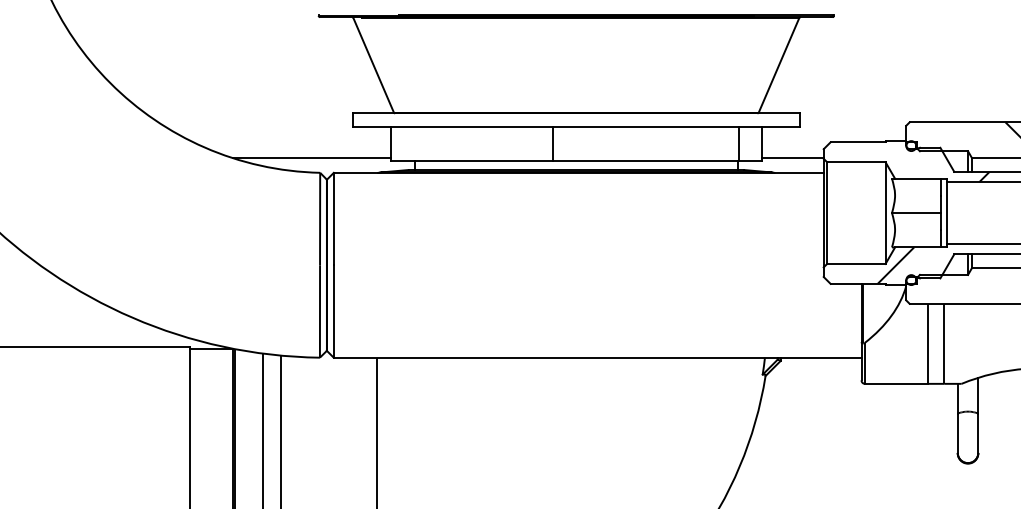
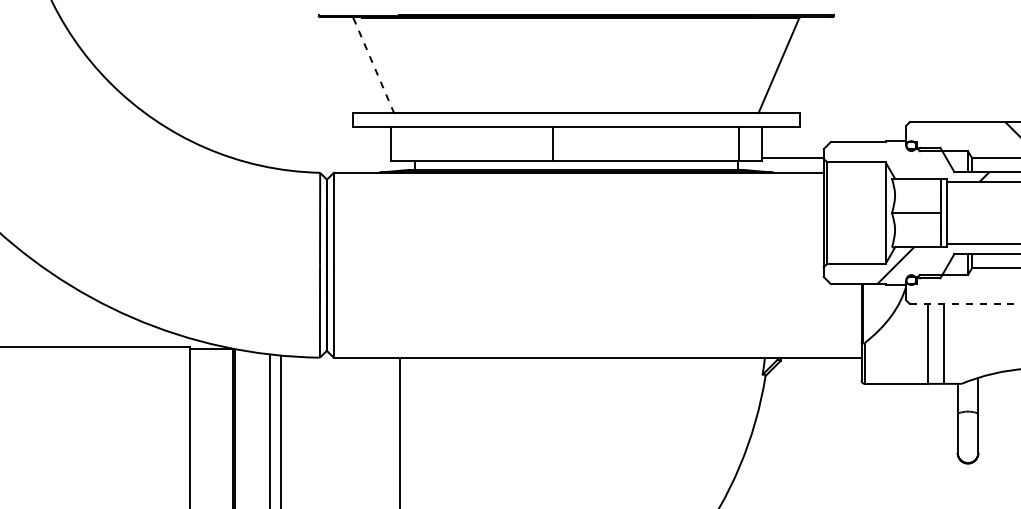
line at (373, 65): solid -> dashed
line at (311, 158): present -> none
line at (964, 303): solid -> dashed
line at (262, 429) position: (262, 429) -> (269, 429)
line at (377, 431) position: (377, 431) -> (400, 431)
